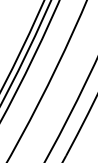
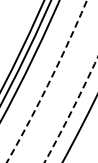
circle at (46, 81): solid -> dashed
circle at (70, 109): solid -> dashed
